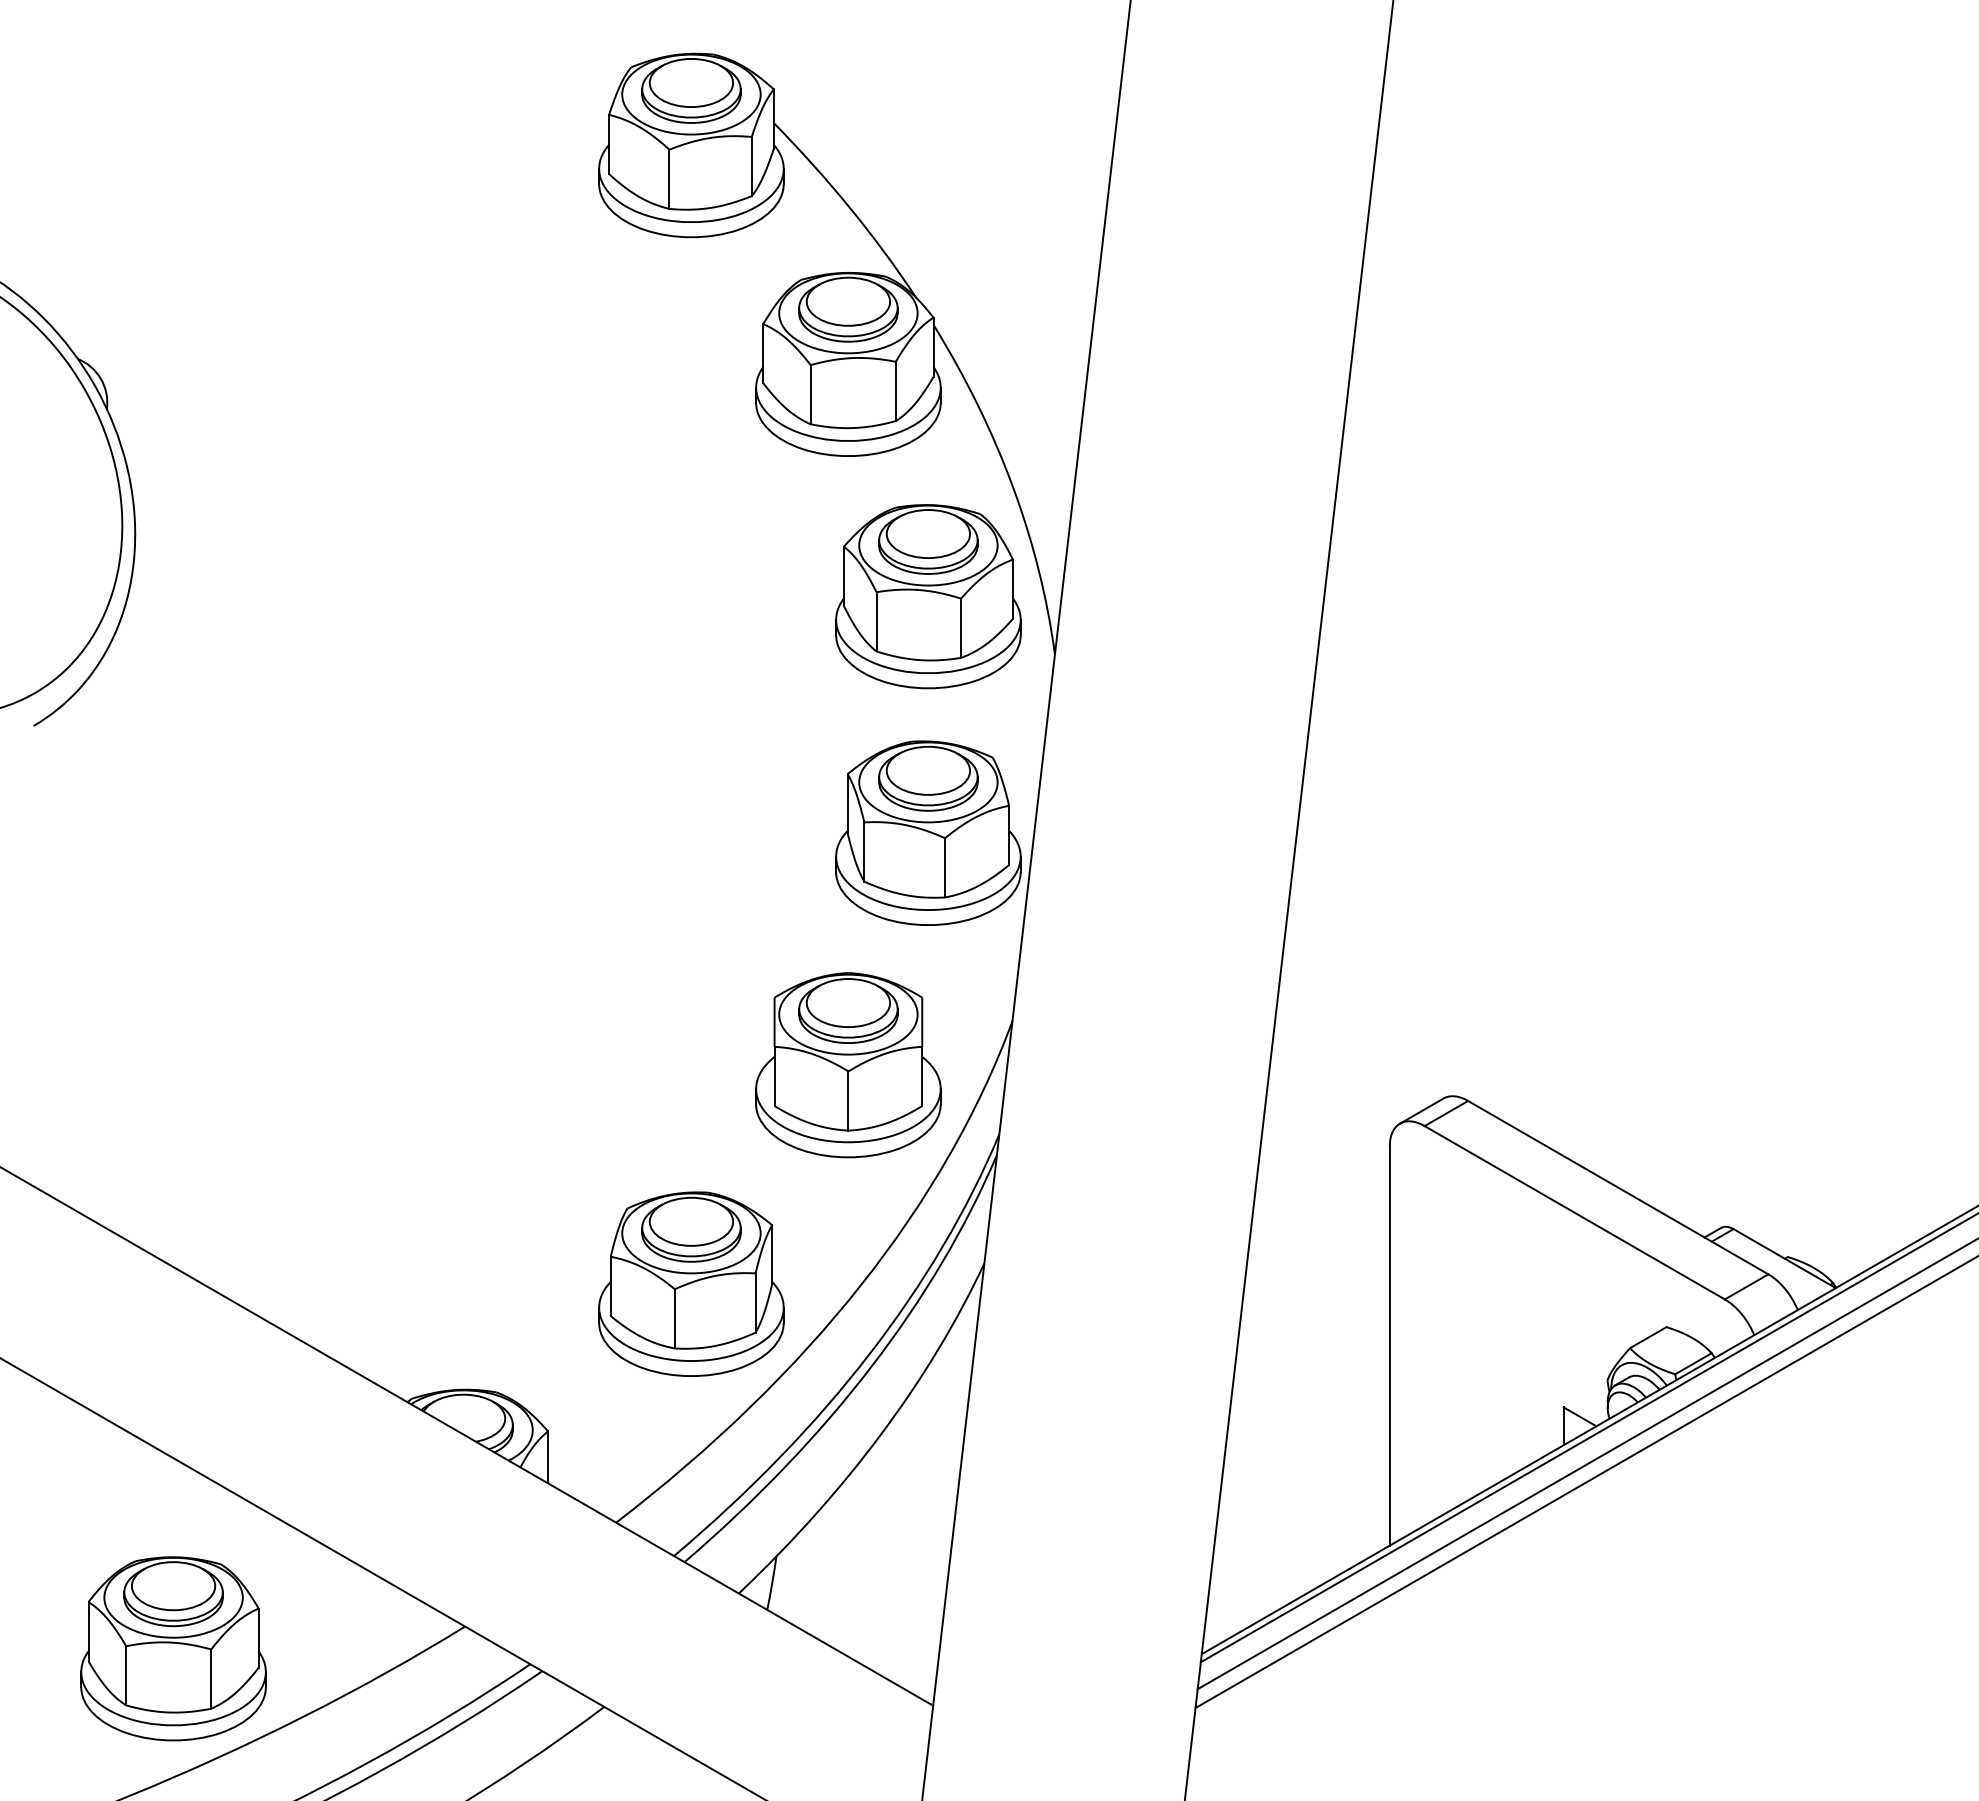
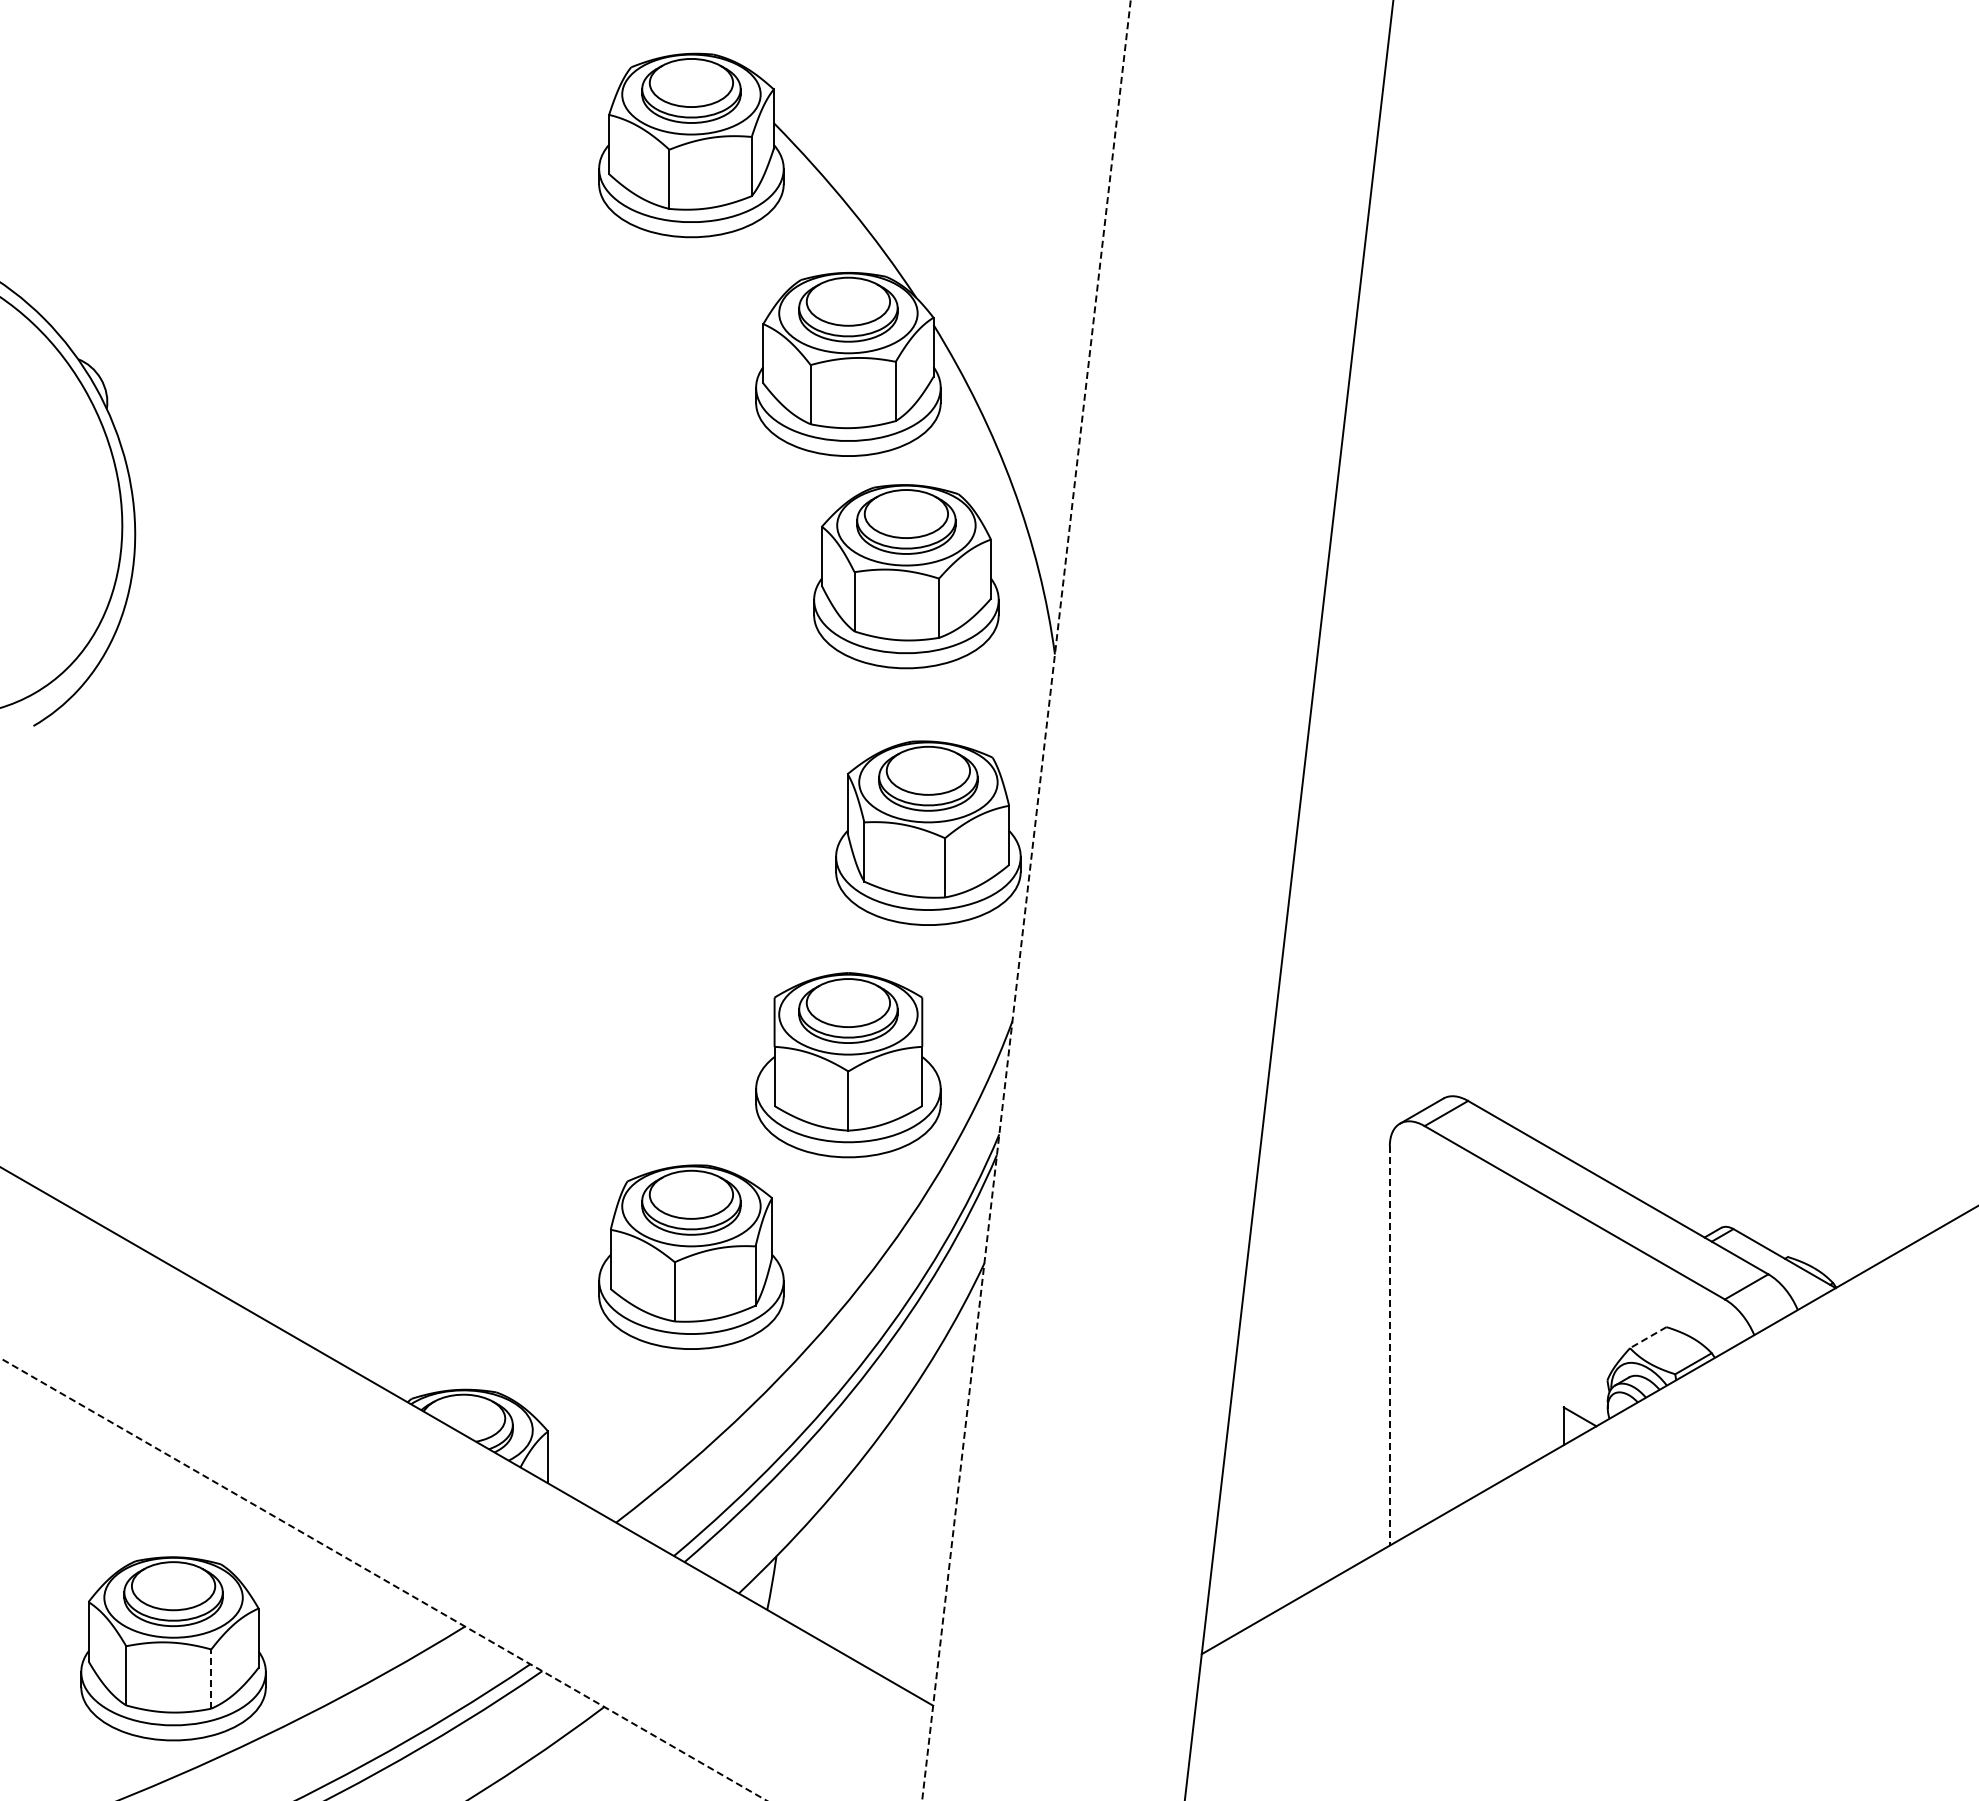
part at (928, 596) position: (928, 596) -> (906, 576)
line at (1026, 900): solid -> dashed
part at (691, 1283) position: (691, 1283) -> (691, 1256)
line at (1647, 1337): solid -> dashed
line at (1389, 1345): solid -> dashed
line at (1587, 1438): present -> none
line at (1586, 1464): present -> none
line at (1585, 1482): present -> none
line at (384, 1579): solid -> dashed
line at (211, 1679): solid -> dashed
